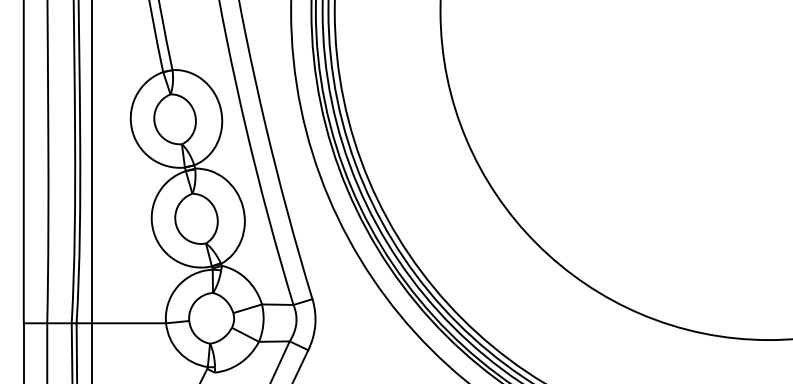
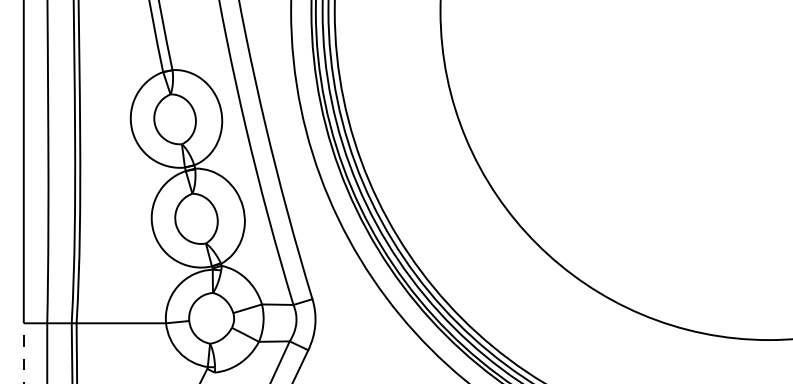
line at (92, 191): present -> none
line at (23, 353): solid -> dashed
